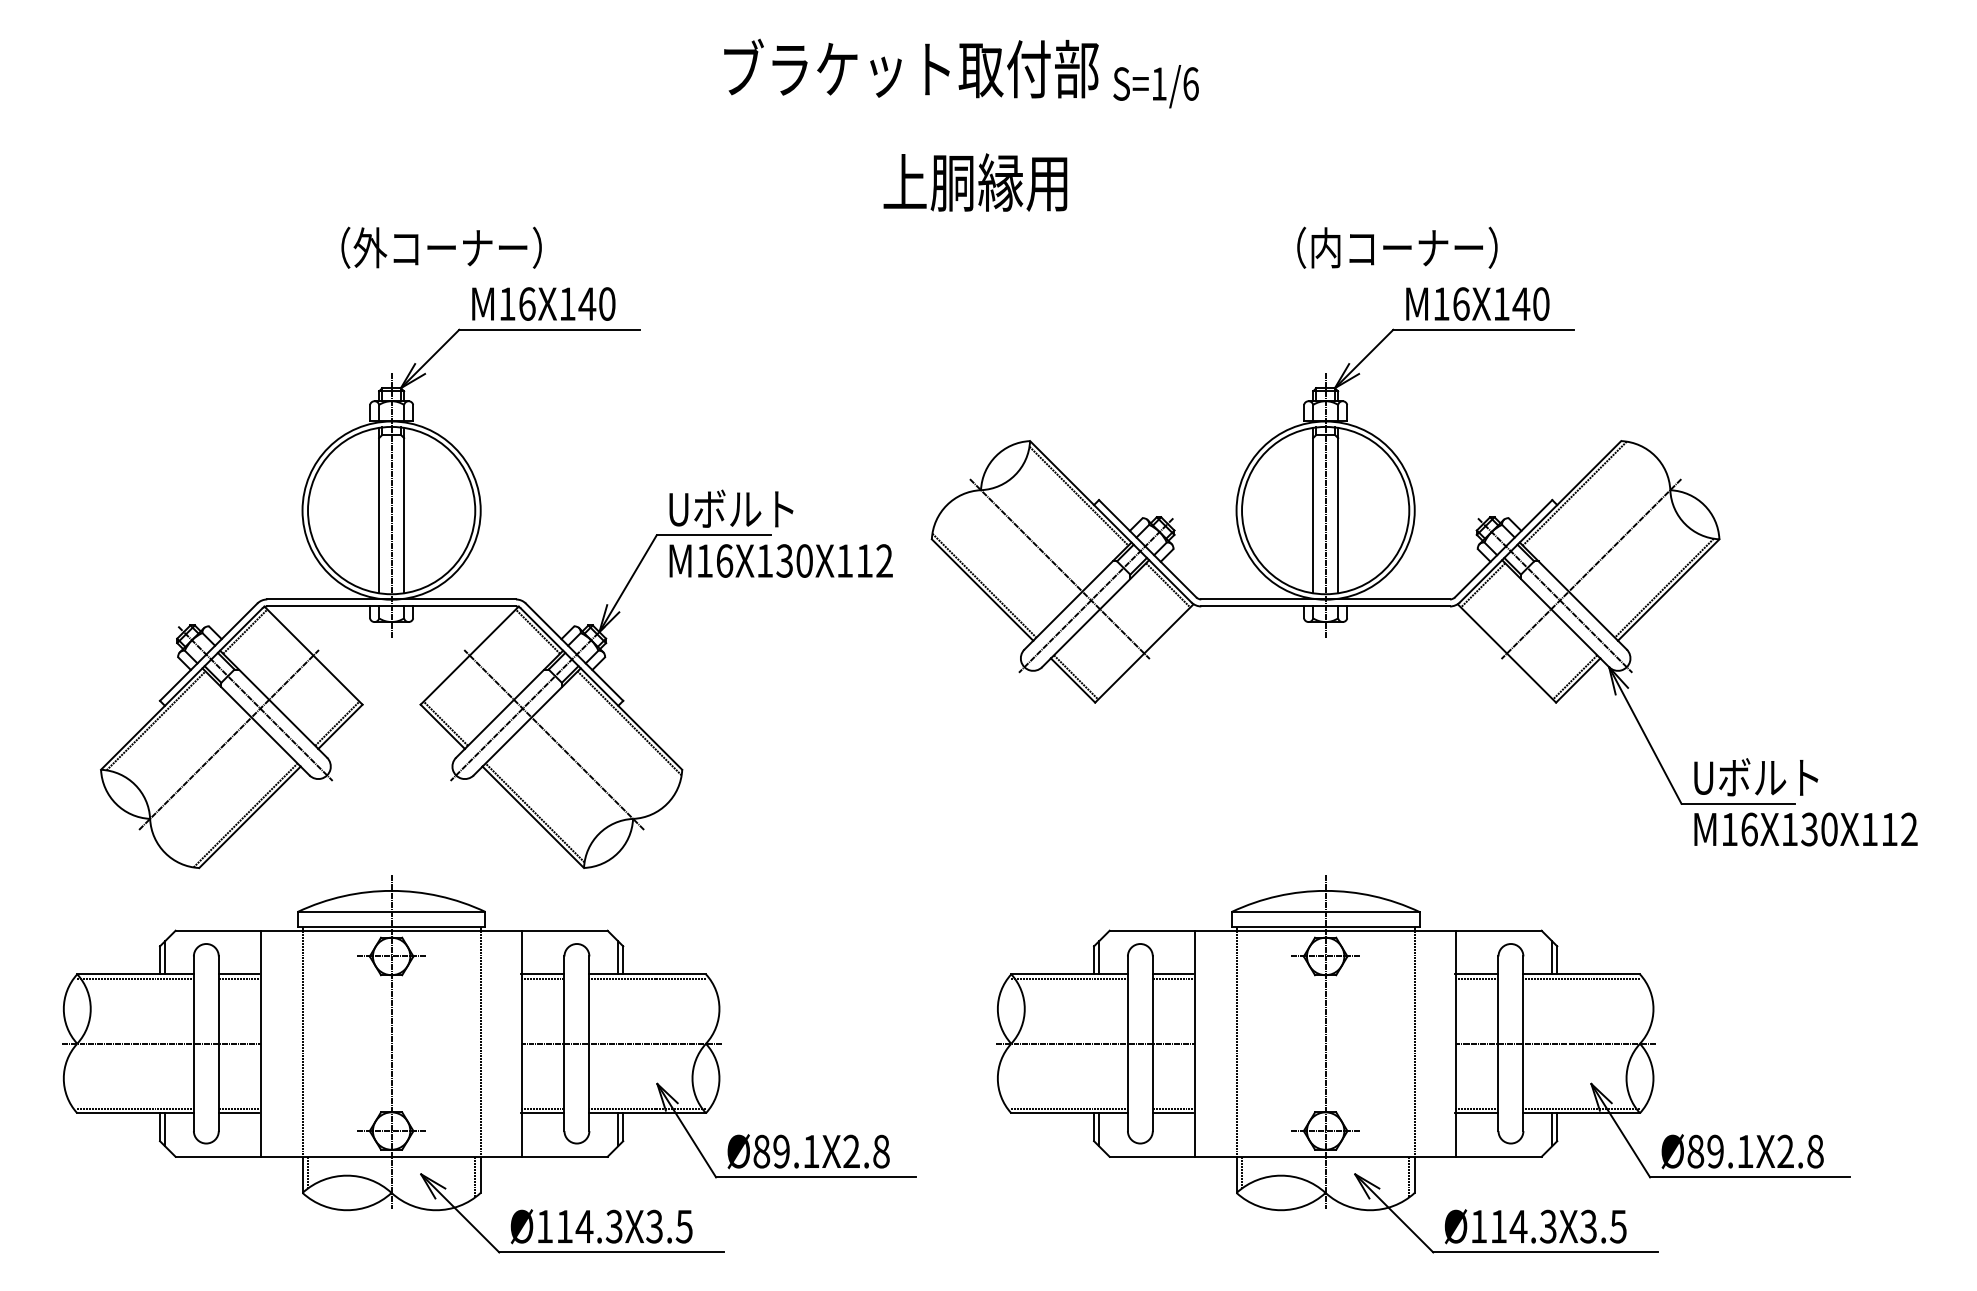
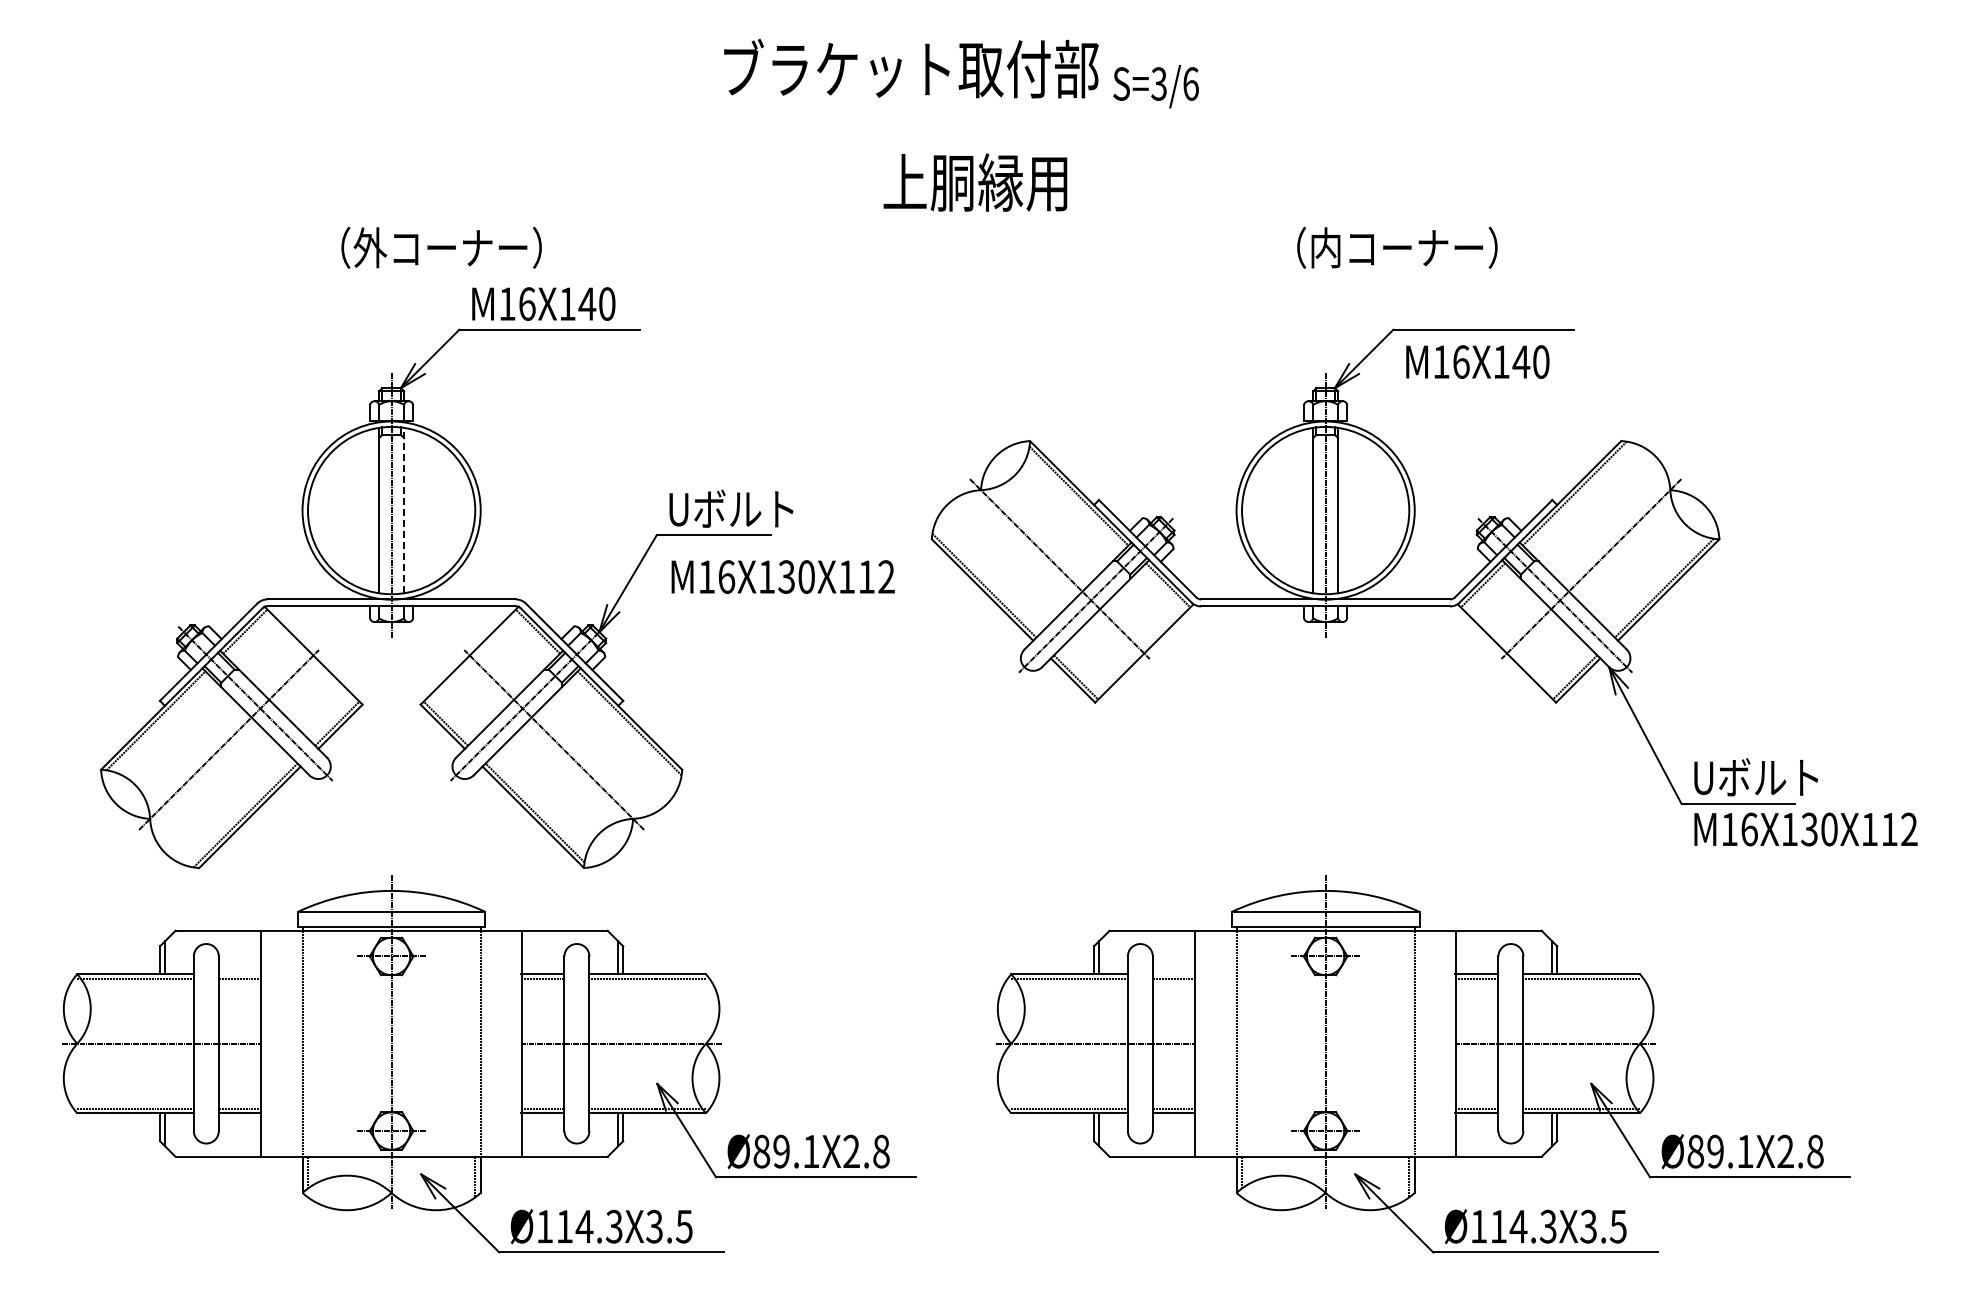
text at (1158, 83): S=1/6 -> S=3/6
text at (1477, 303) position: (1477, 303) -> (1477, 361)
line at (404, 510): solid -> dashed
text at (780, 560) position: (780, 560) -> (782, 576)
line at (238, 974): present -> none
line at (1172, 974): present -> none
